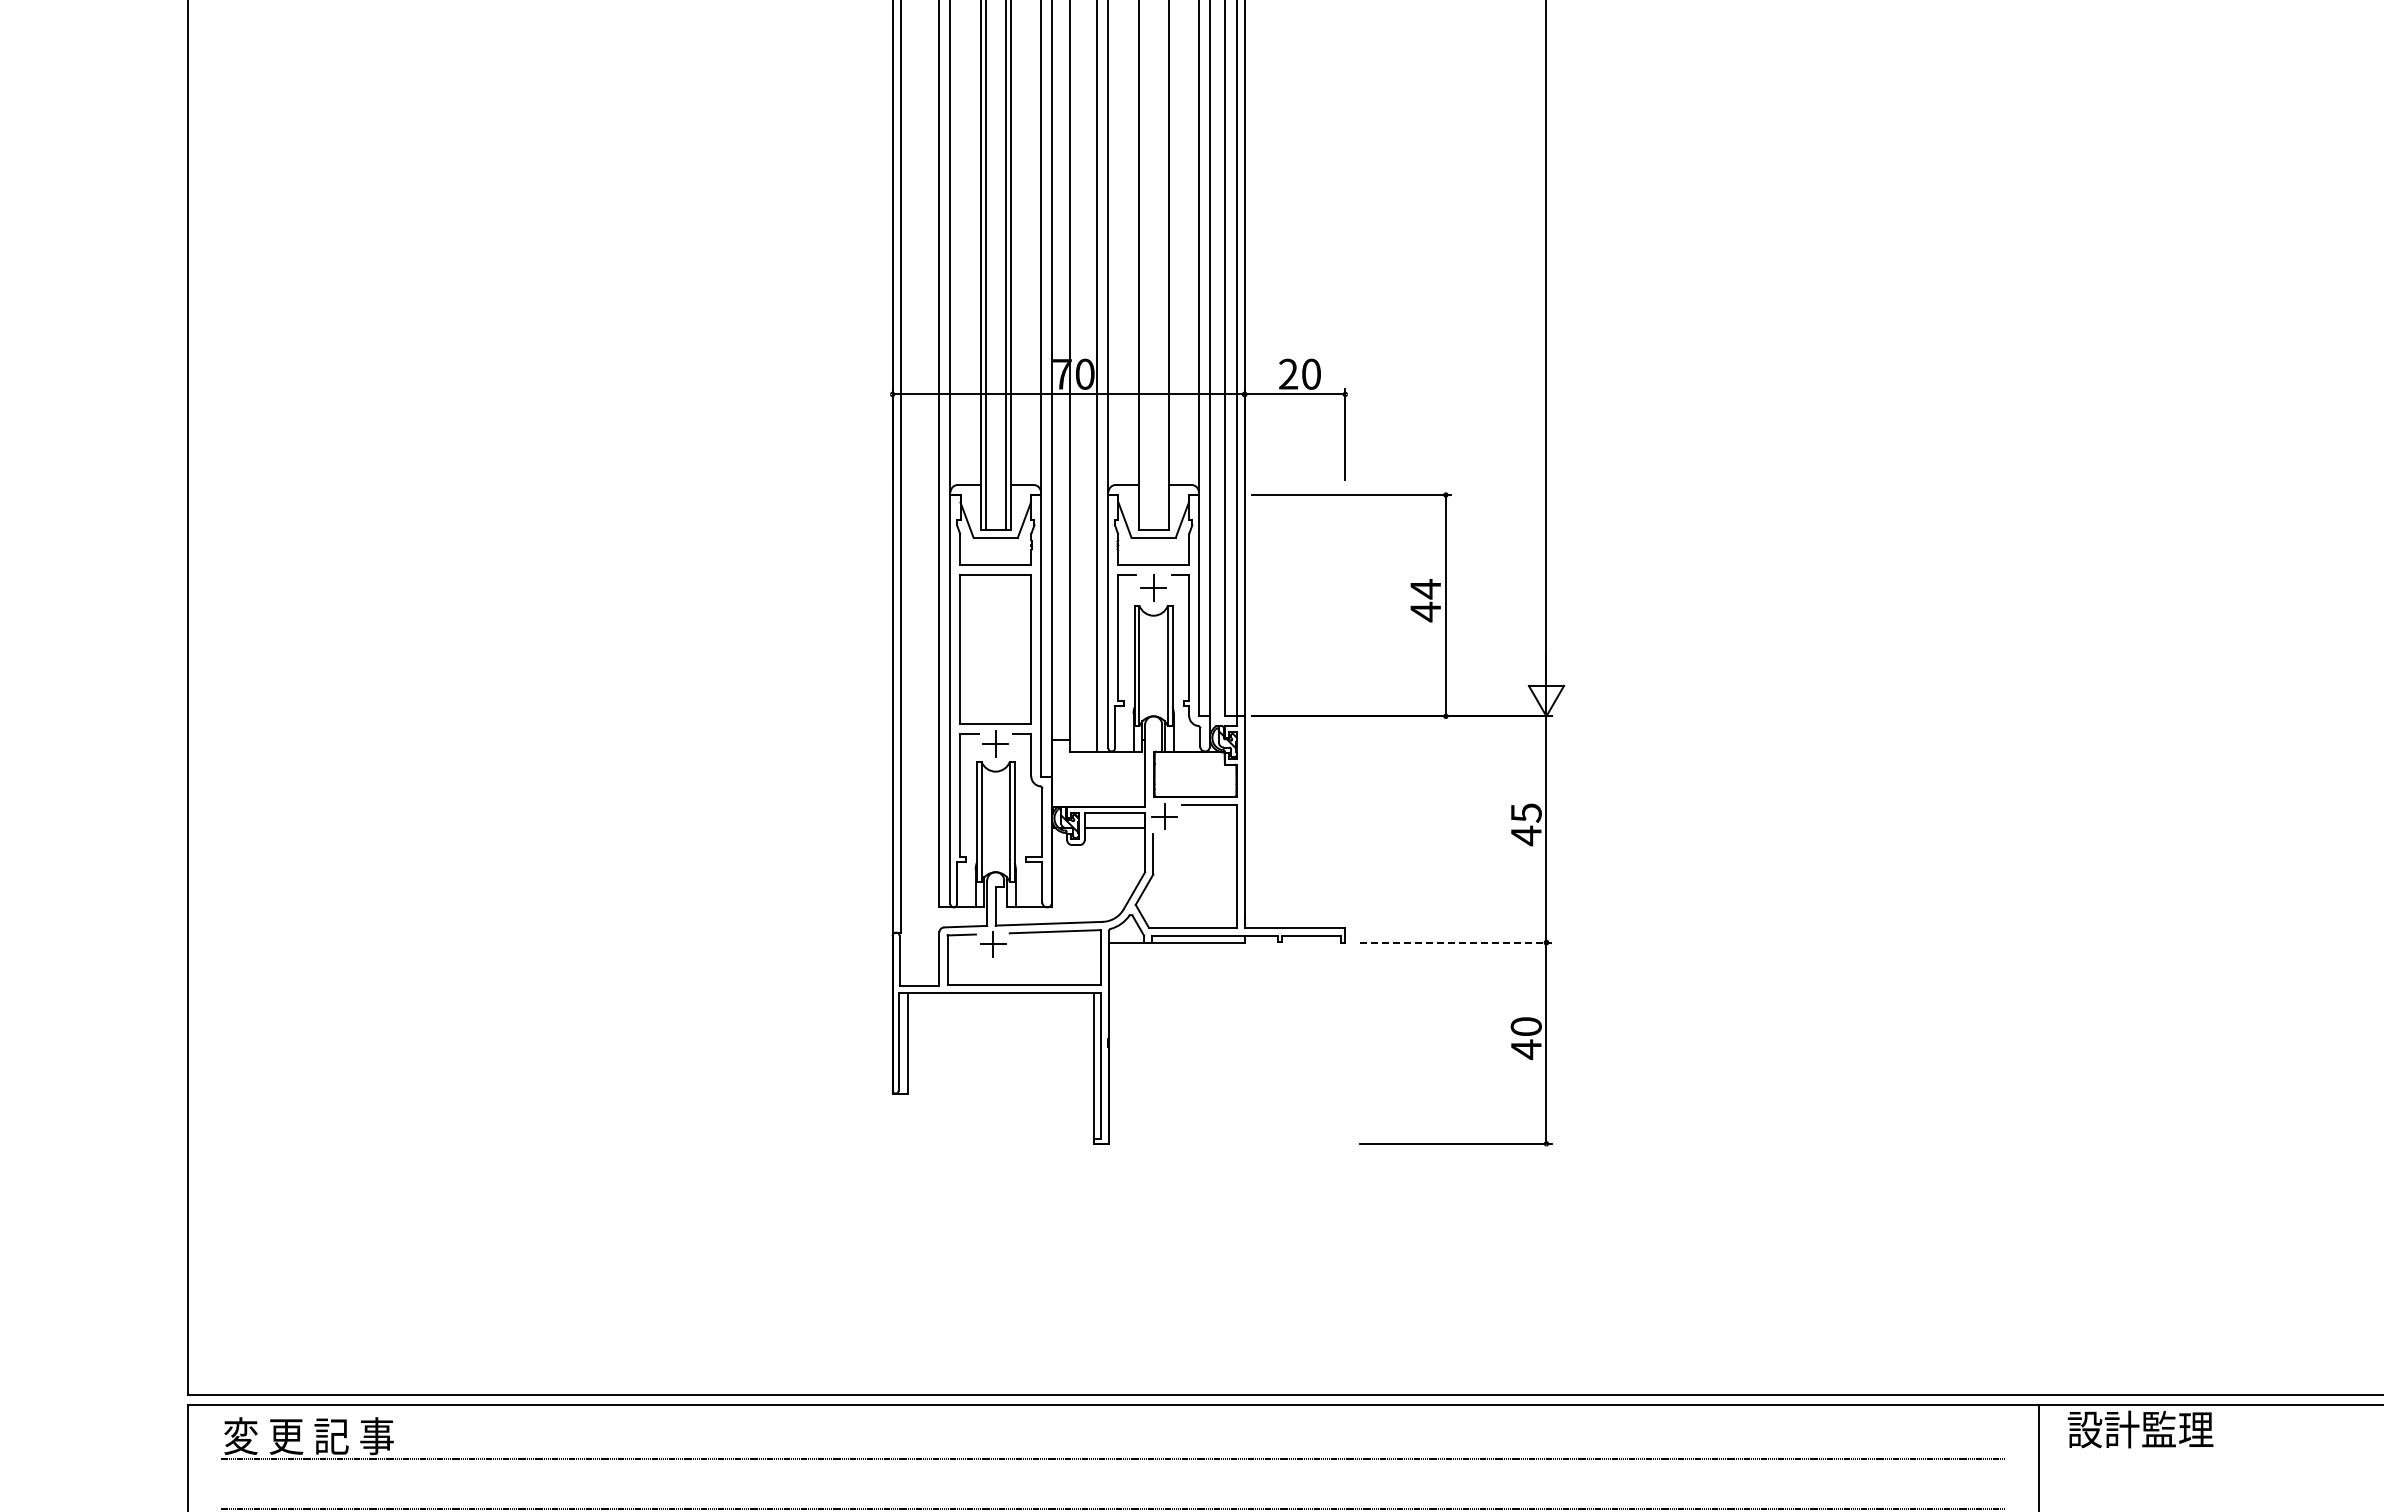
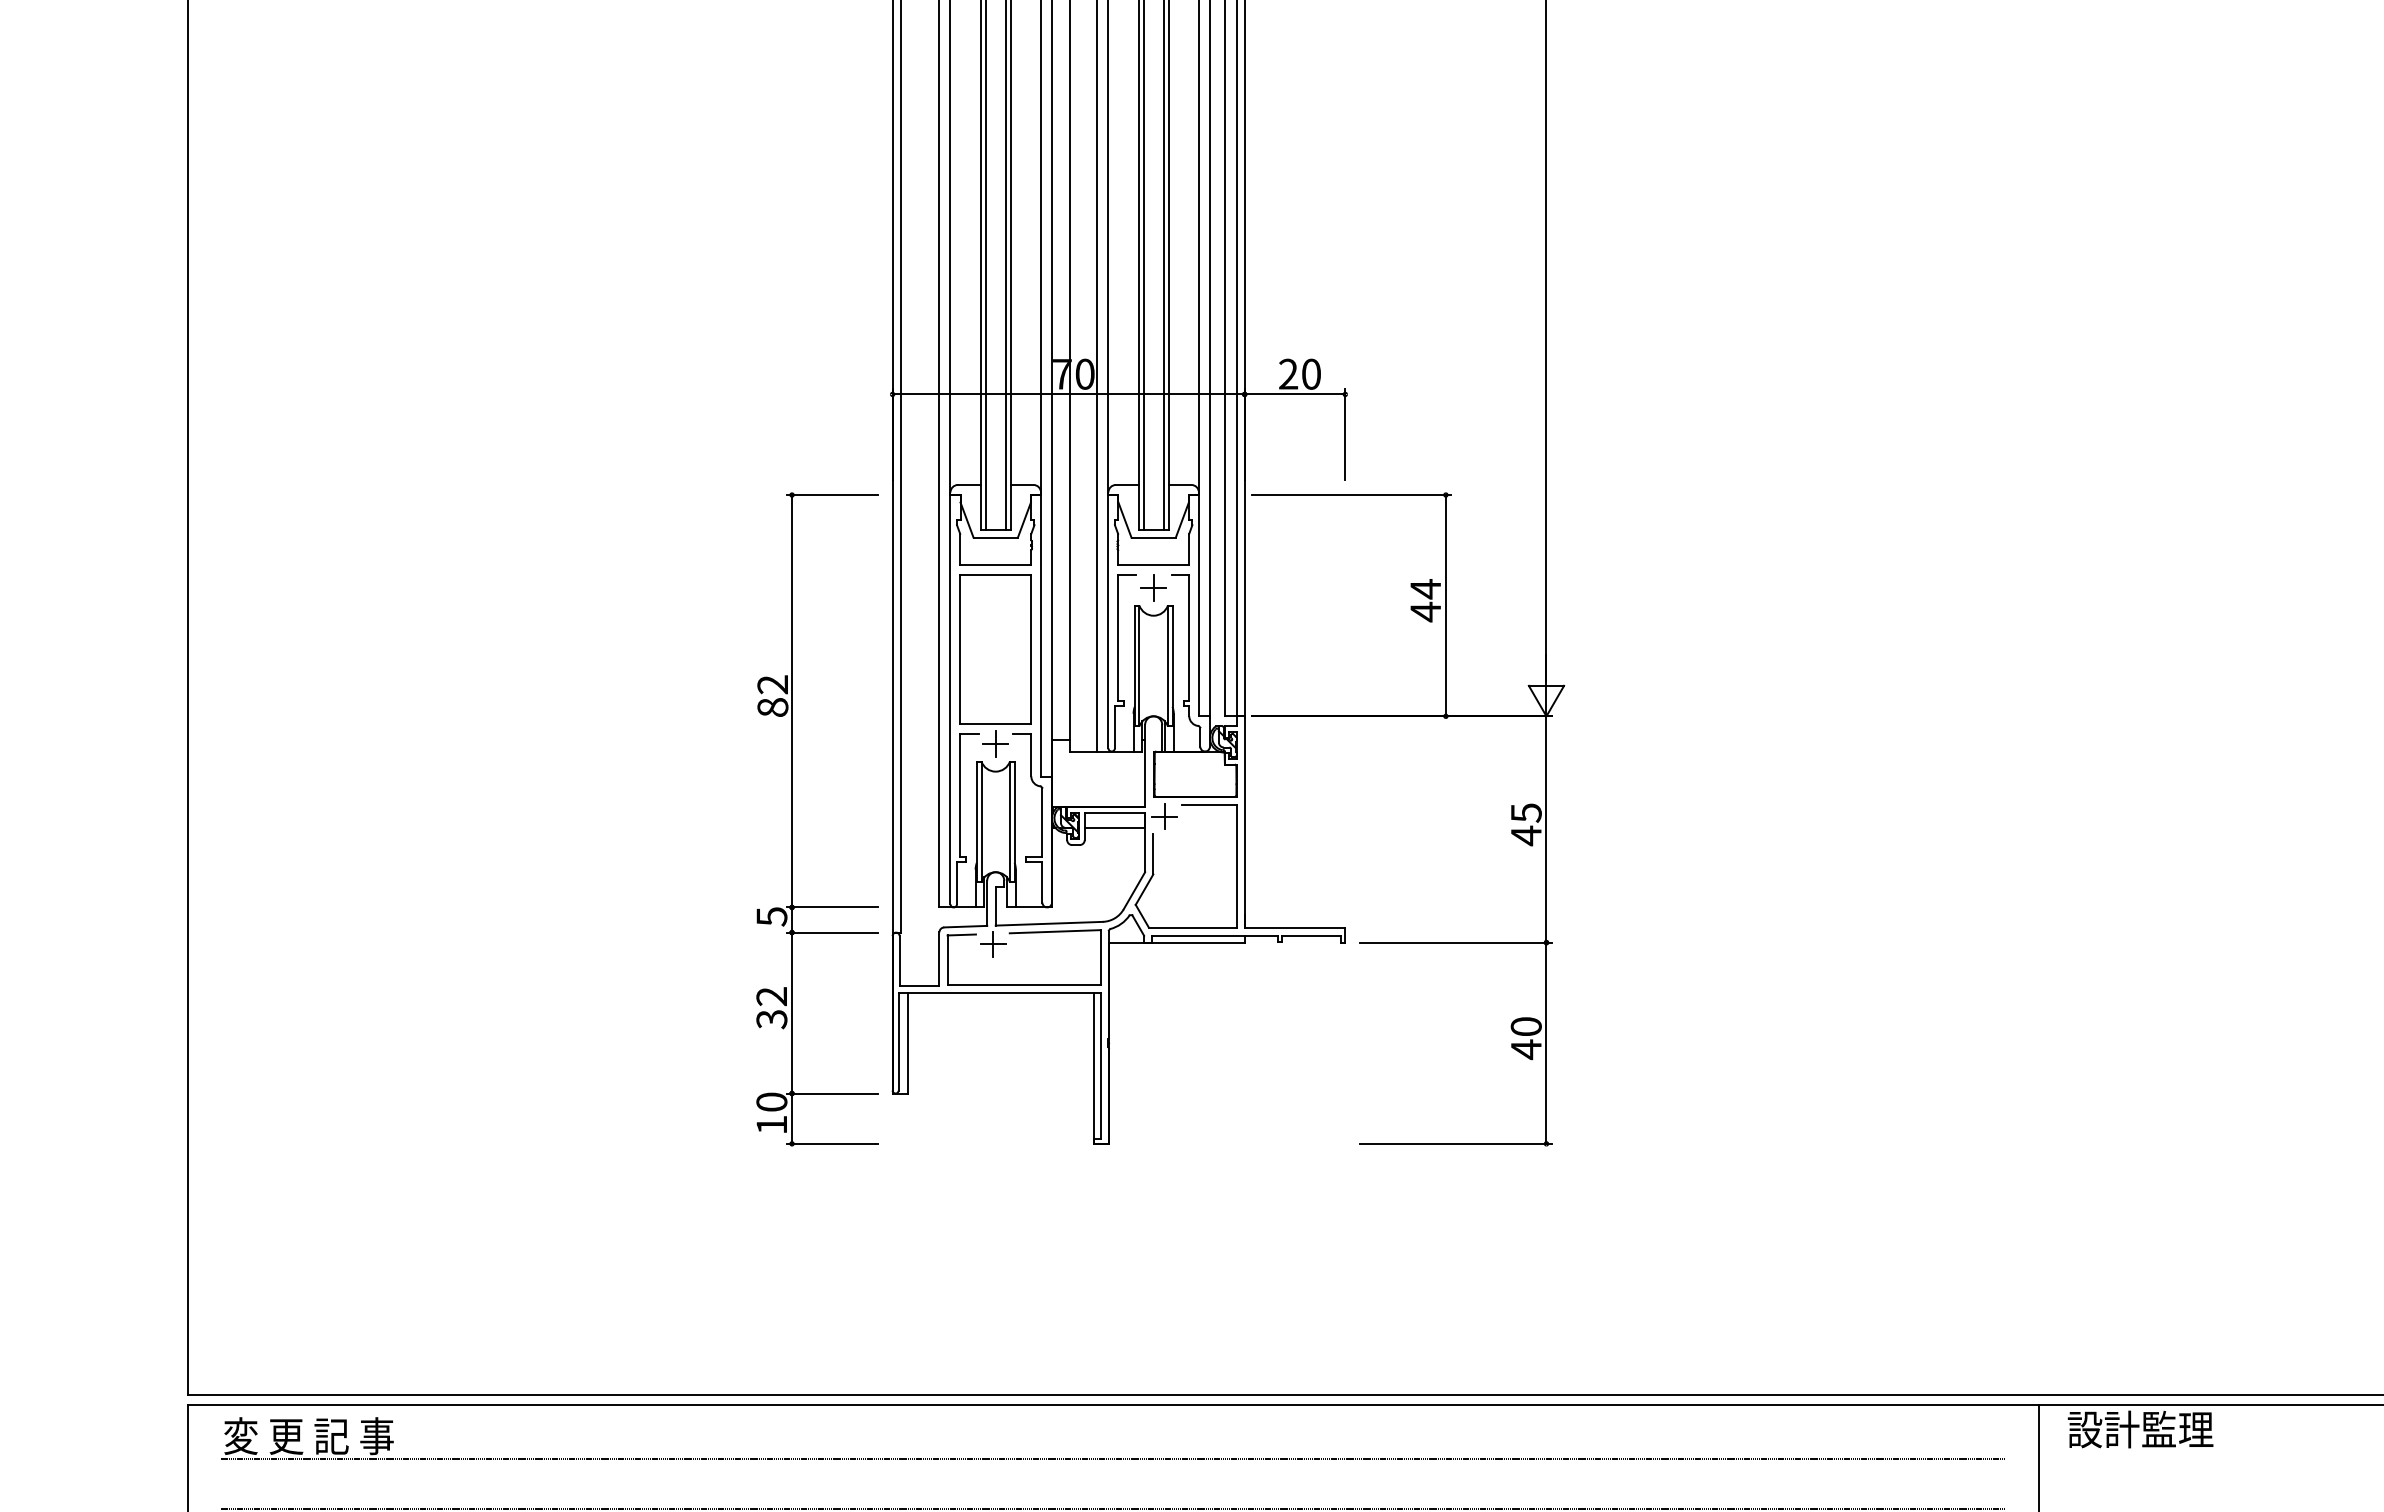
line at (1143, 266): none -> present
line at (1163, 266): none -> present
part at (792, 819): none -> present
line at (1455, 942): dashed -> solid
